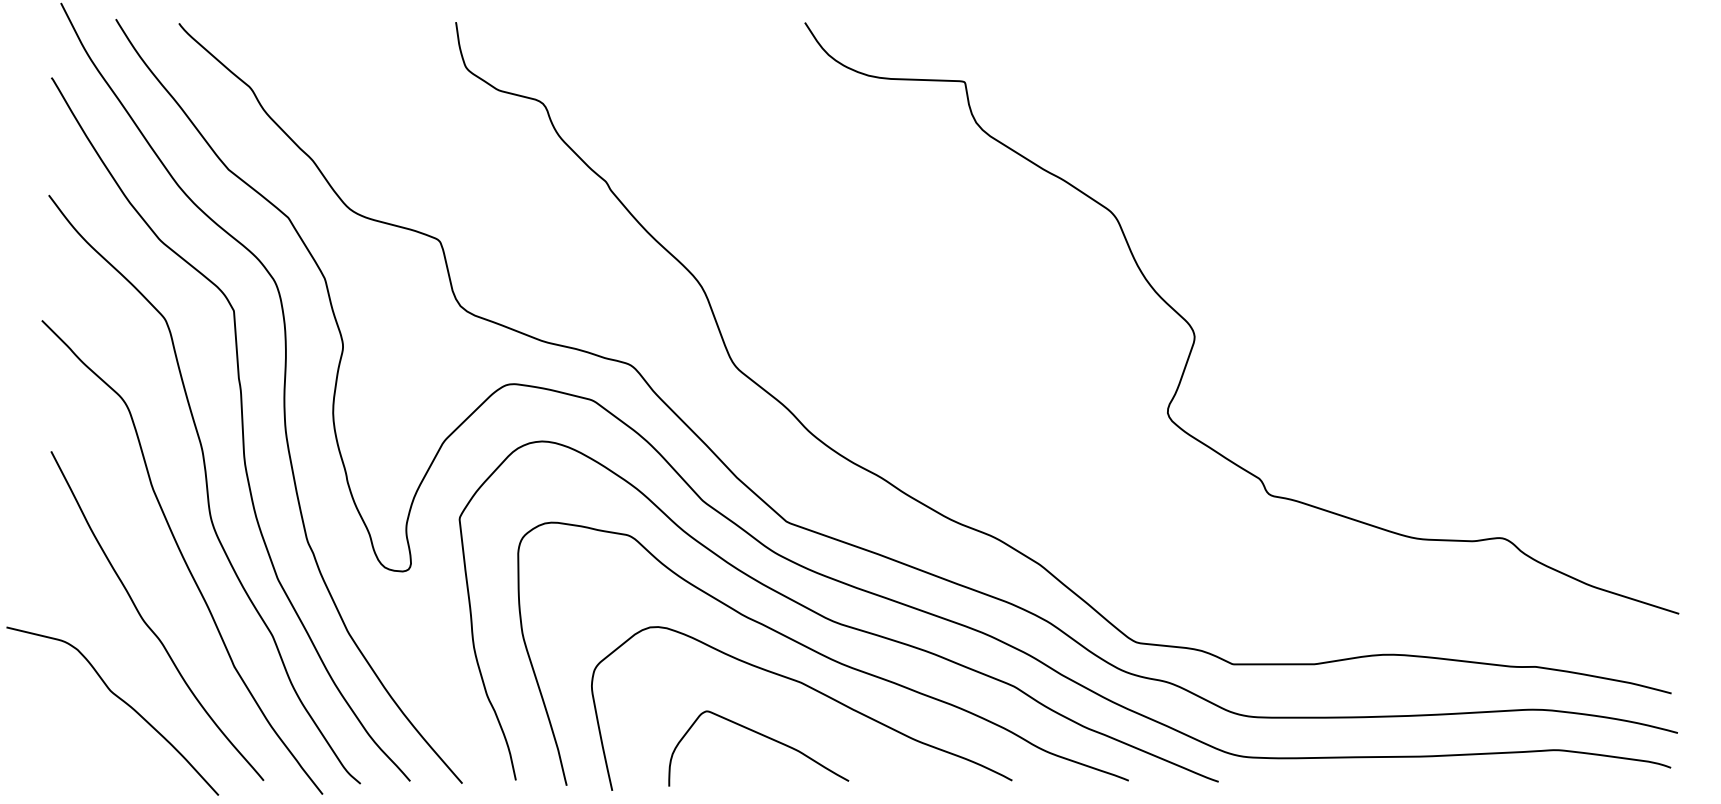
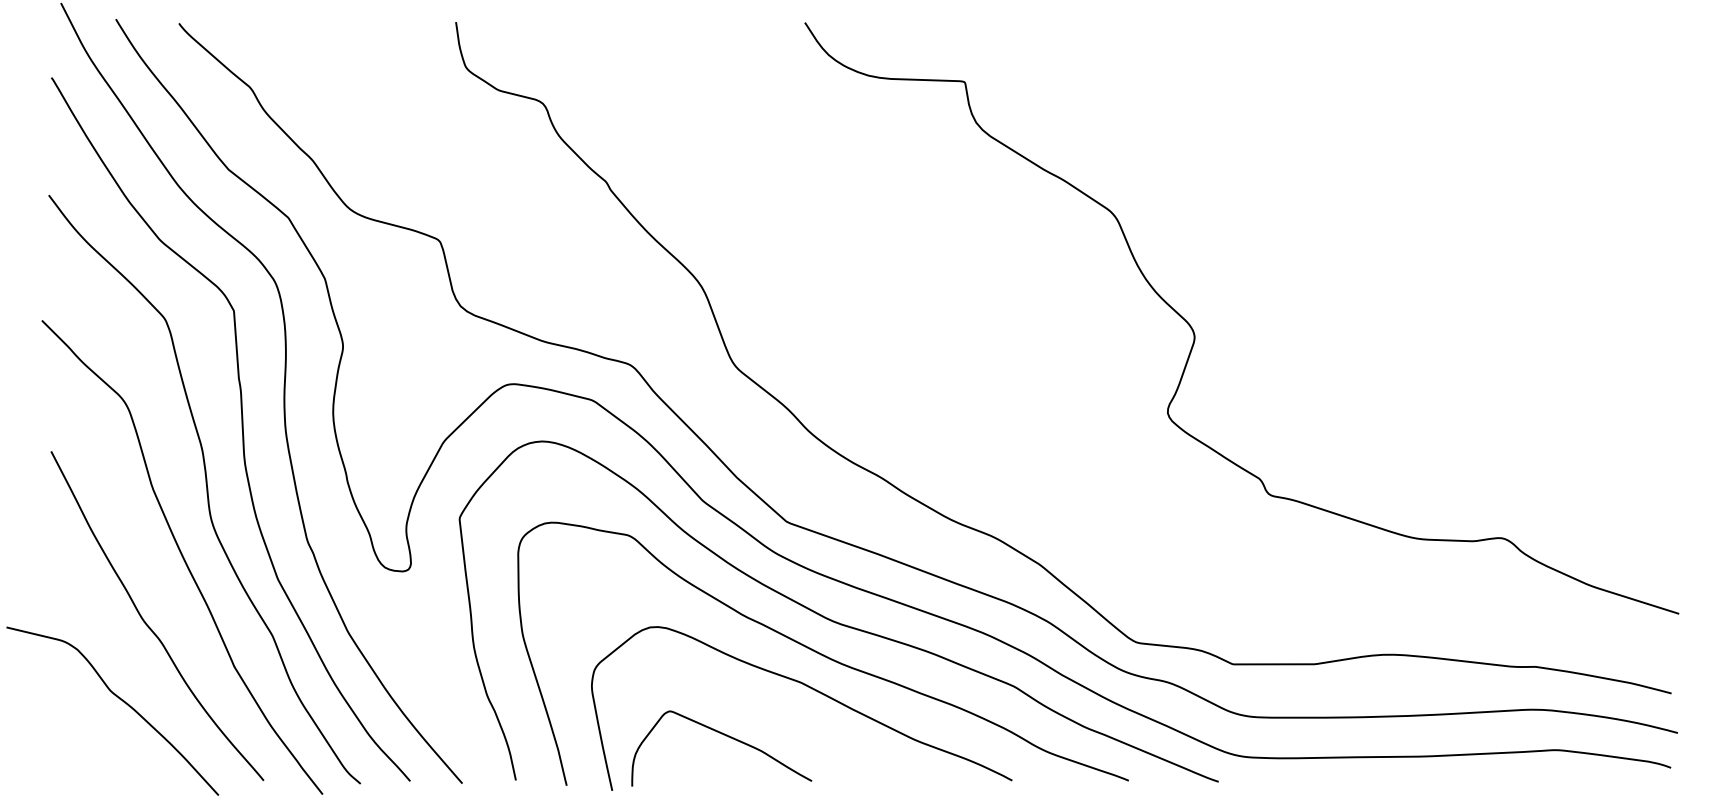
curve at (763, 736) position: (763, 736) -> (726, 736)
